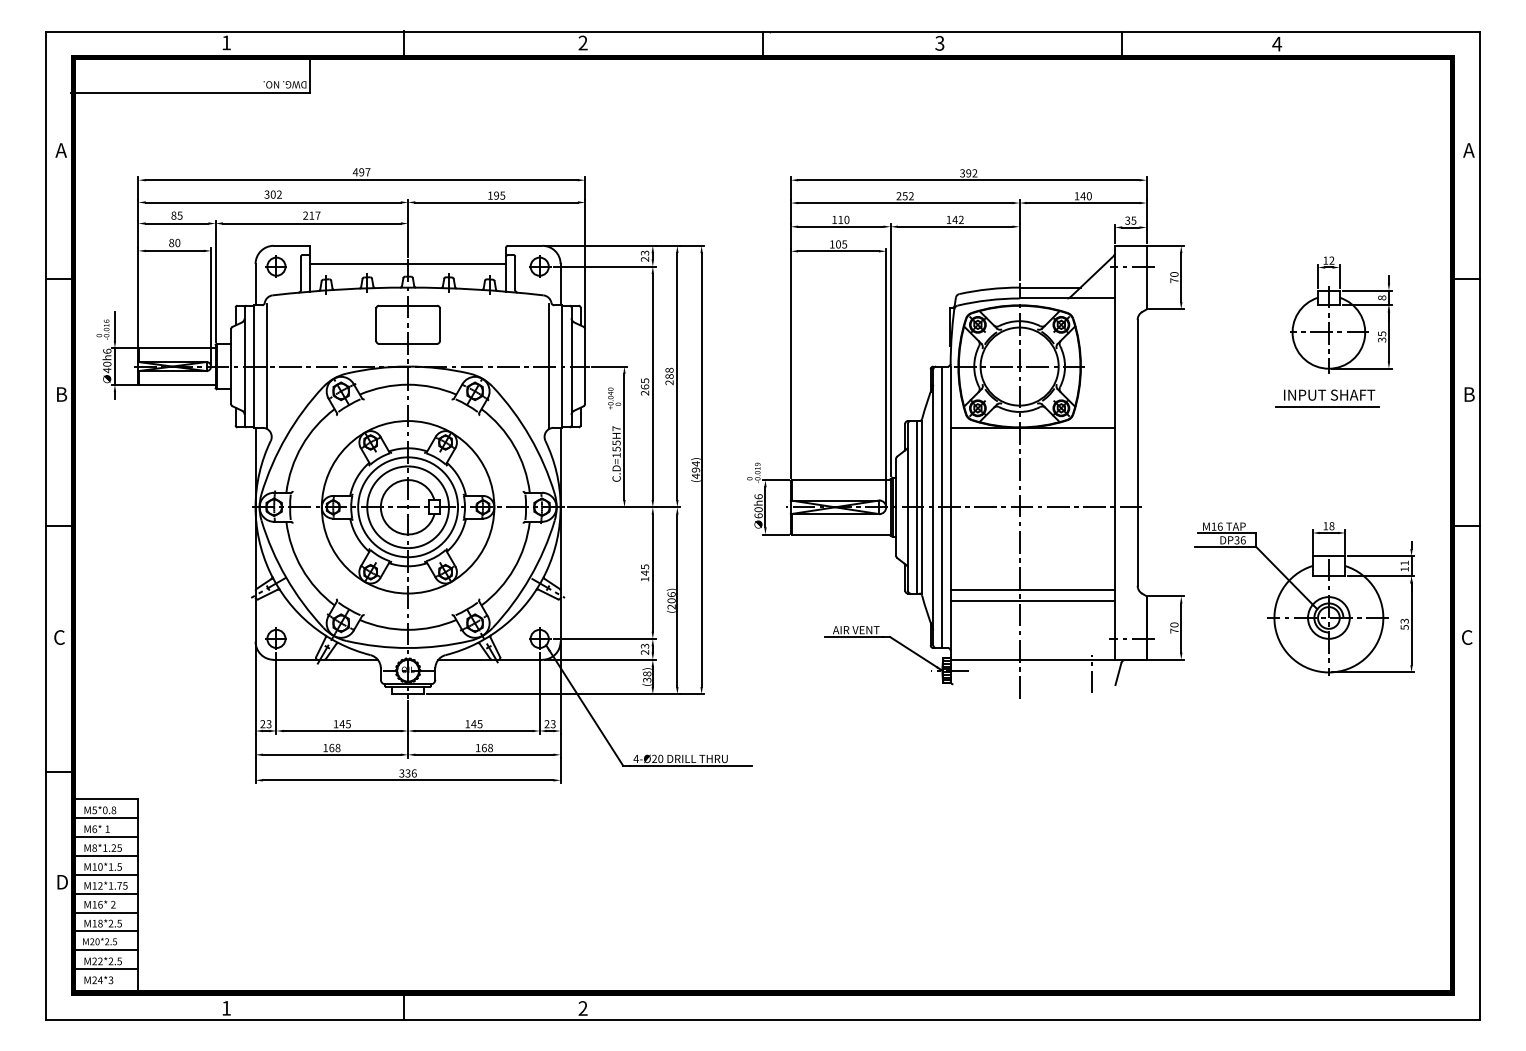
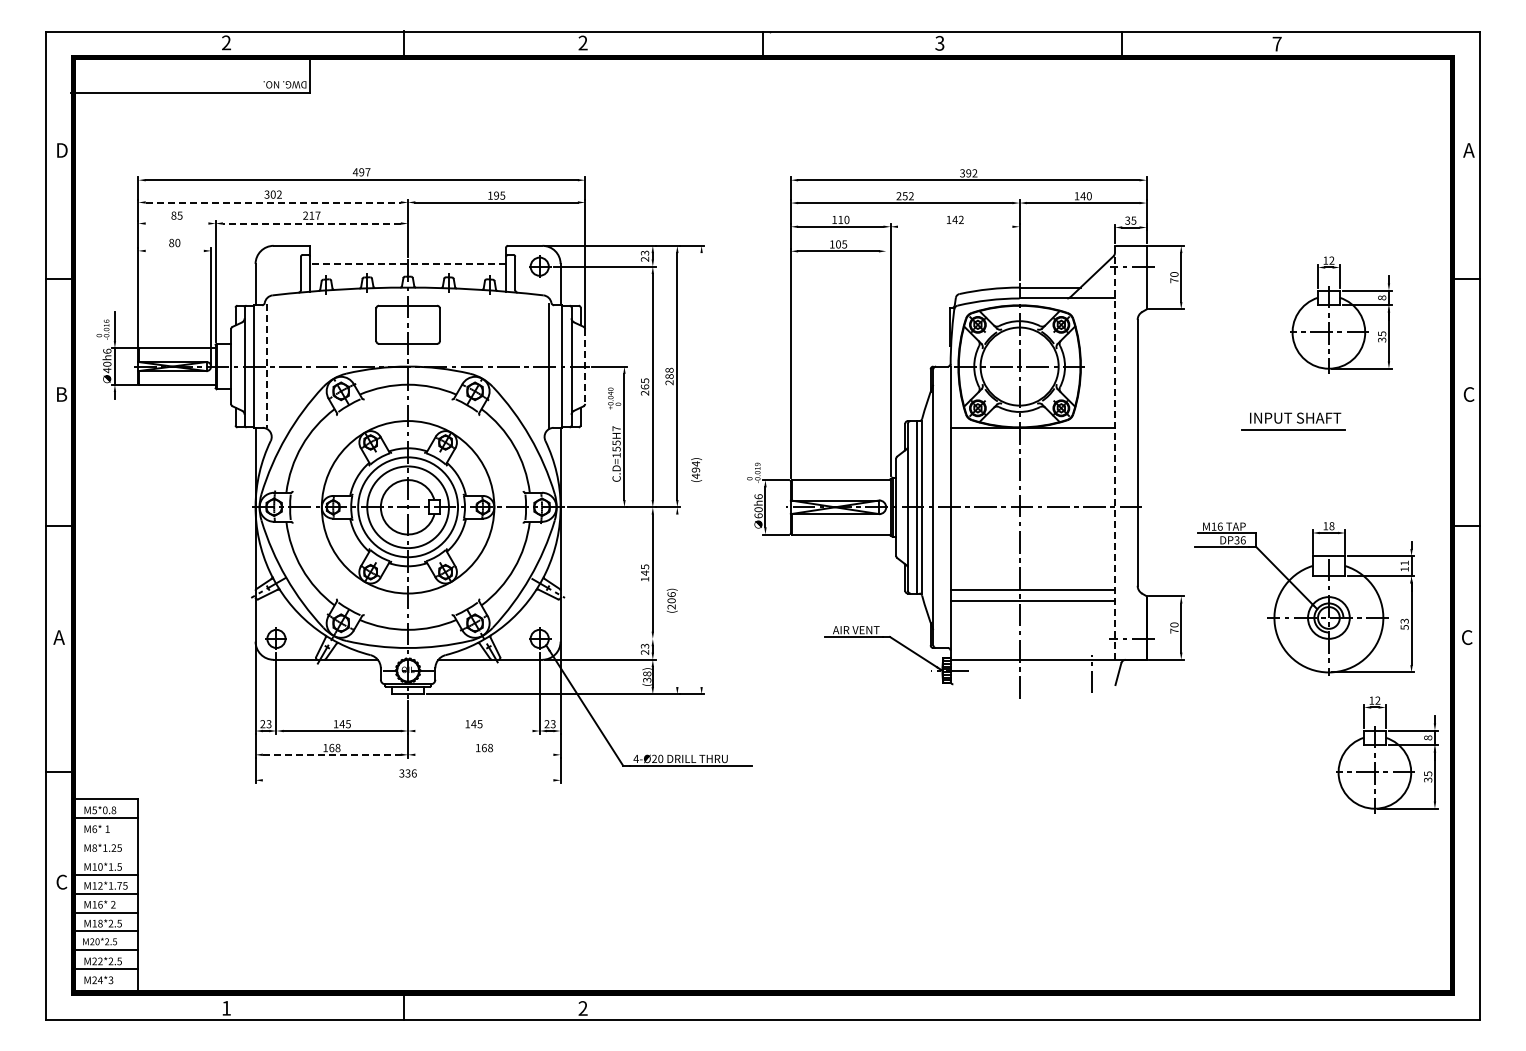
text at (226, 42): 1 -> 2
text at (1277, 43): 4 -> 7
text at (61, 150): A -> D
line at (273, 202): solid -> dashed
line at (176, 223): present -> none
line at (311, 223): solid -> dashed
line at (954, 226): present -> none
line at (174, 250): present -> none
line at (407, 263): solid -> dashed
part at (275, 266): present -> none
line at (267, 365): solid -> dashed
line at (585, 367): solid -> dashed
line at (886, 376): present -> none
text at (1468, 394): B -> C
part at (1327, 398) position: (1327, 398) -> (1293, 421)
line at (1114, 452): solid -> dashed
line at (701, 470): present -> none
line at (942, 507): present -> none
line at (677, 600): present -> none
text at (58, 637): C -> A
line at (604, 638): present -> none
line at (473, 730): present -> none
line at (331, 754): solid -> dashed
line at (484, 754): present -> none
part at (1387, 754): none -> present
line at (407, 780): present -> none
line at (105, 837): present -> none
line at (105, 855): present -> none
text at (61, 881): D -> C
